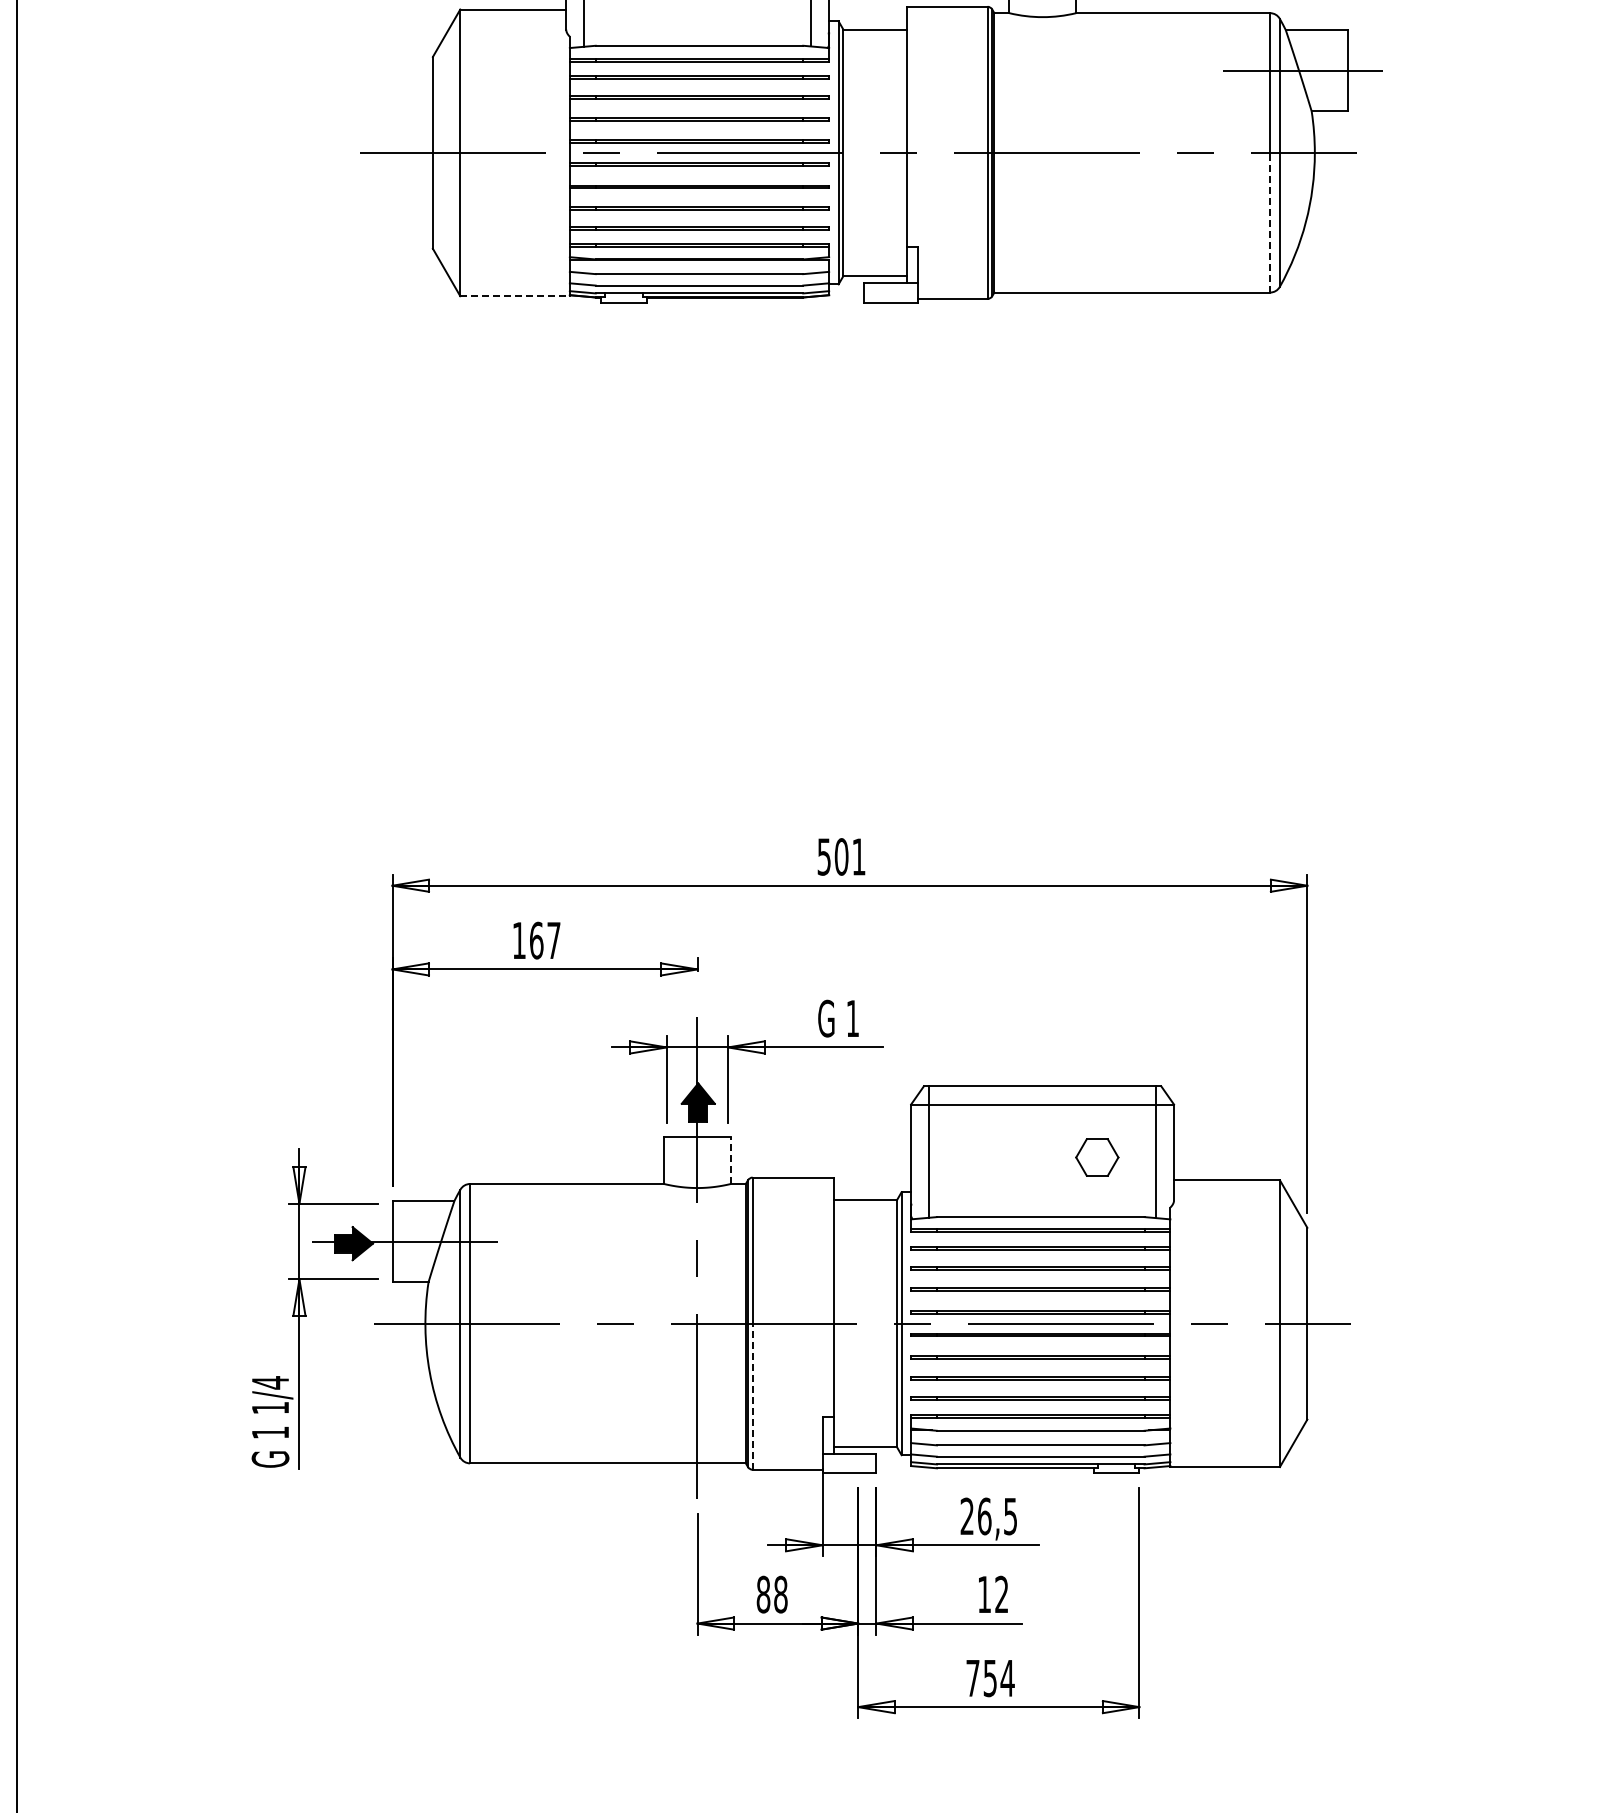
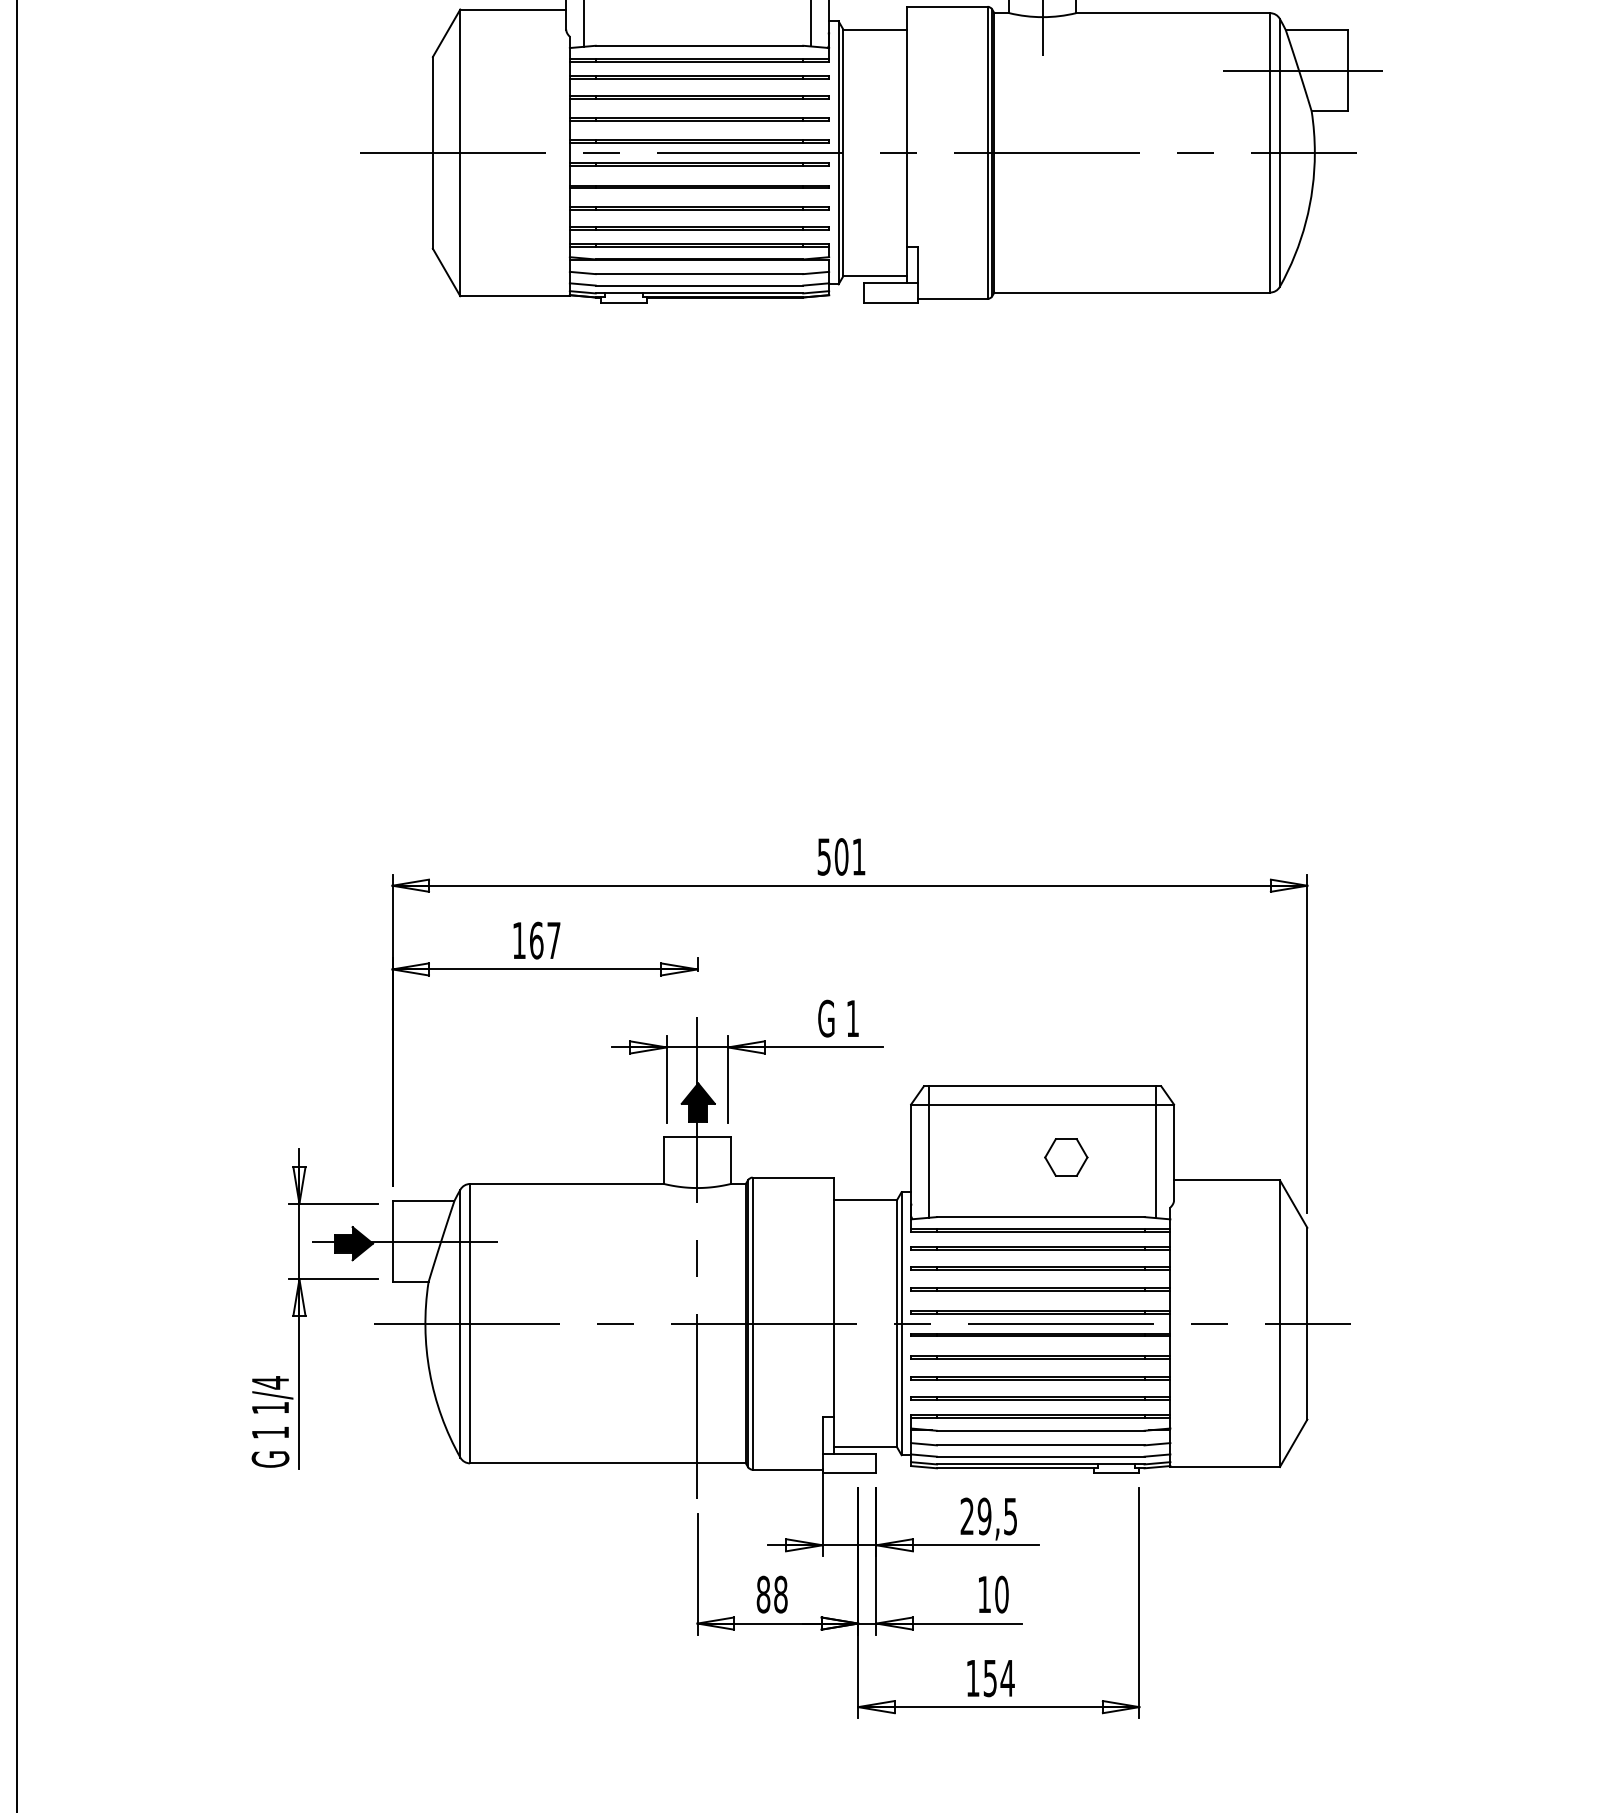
line at (1042, 28): none -> present
line at (1270, 222): dashed -> solid
line at (515, 296): dashed -> solid
part at (1097, 1157) position: (1097, 1157) -> (1066, 1157)
line at (730, 1160): dashed -> solid
line at (752, 1396): dashed -> solid
text at (984, 1516): 26,5 -> 29,5
text at (1001, 1594): 12 -> 10
text at (972, 1678): 754 -> 154
